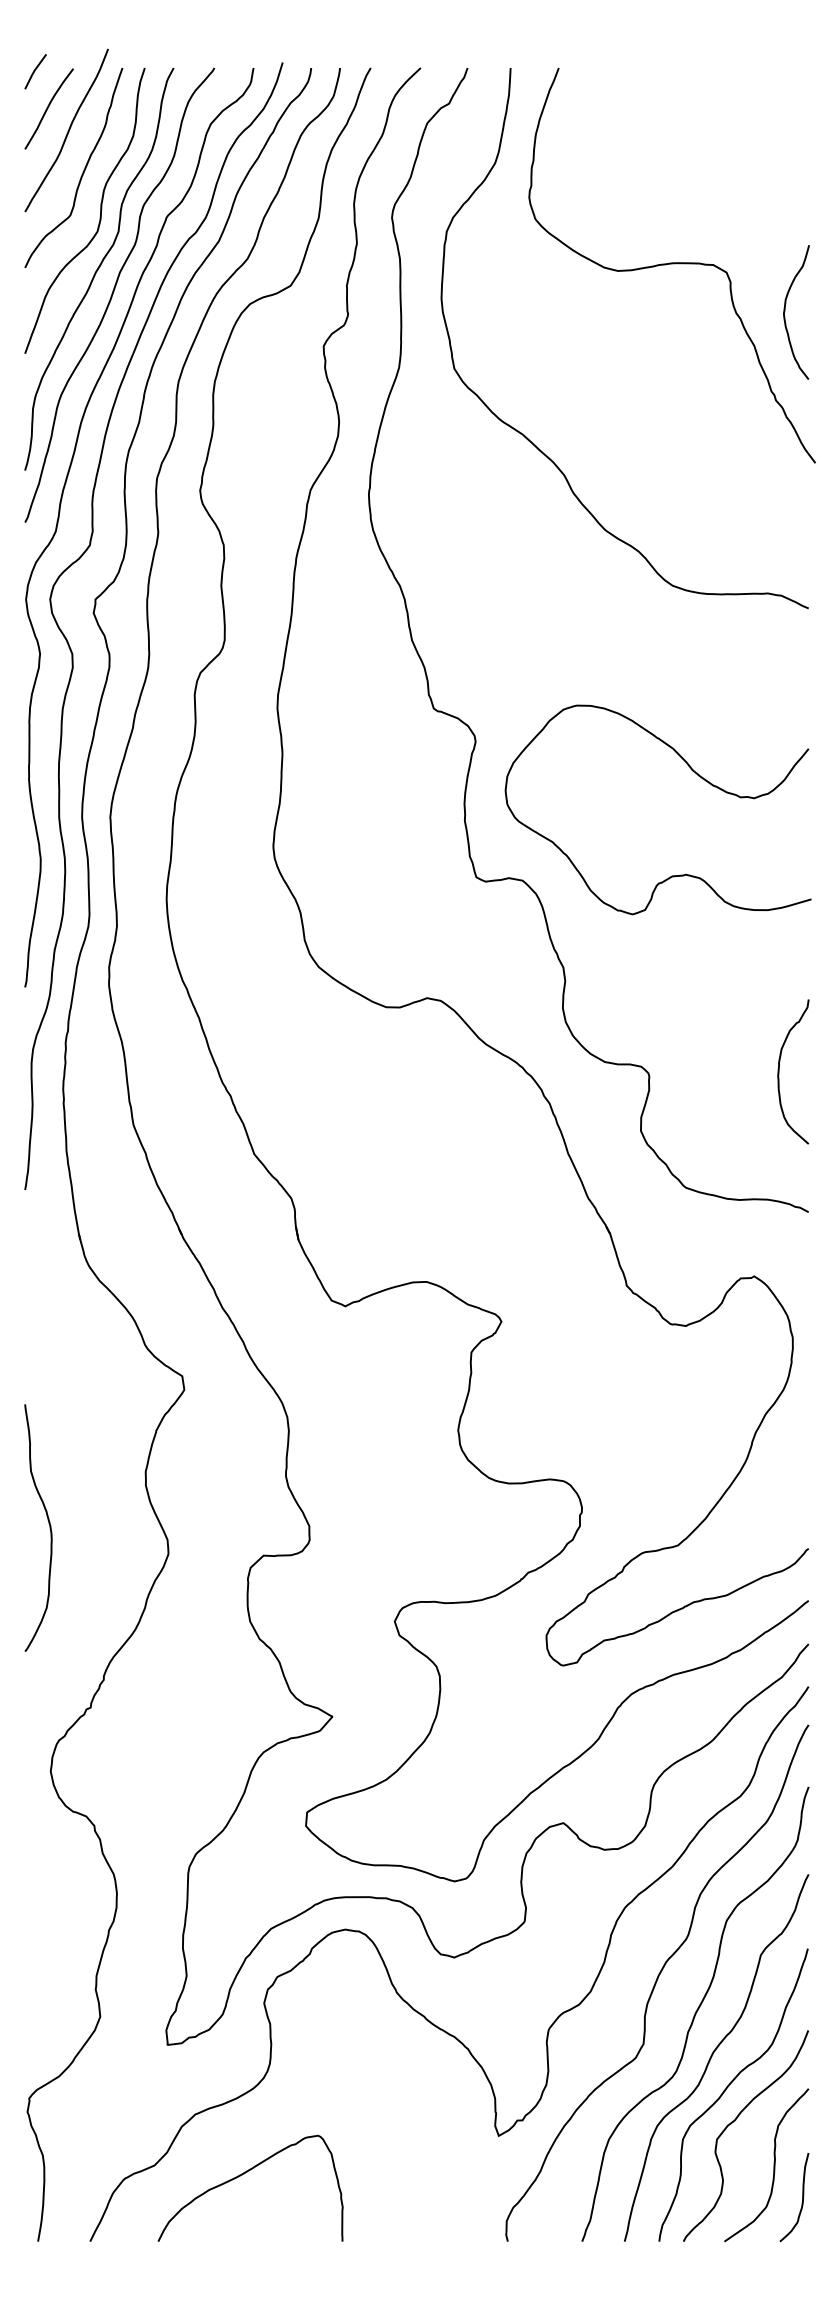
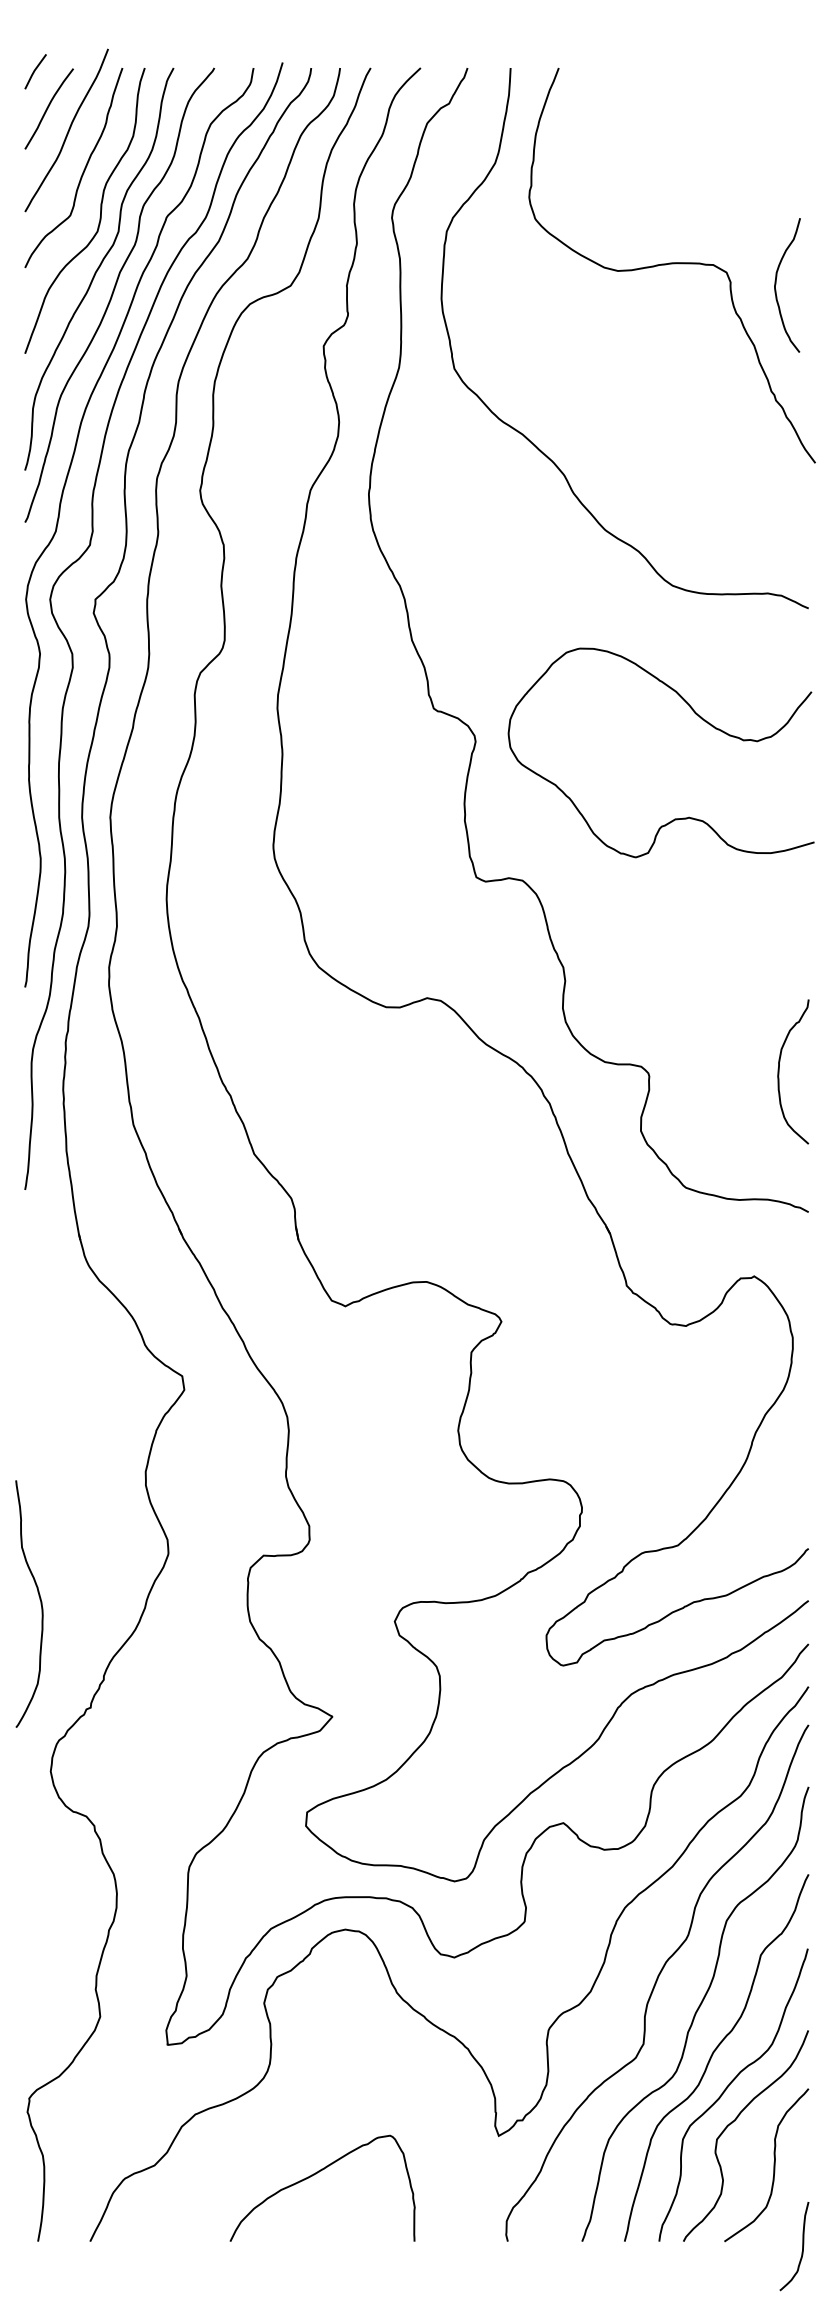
curve at (785, 311) position: (785, 311) -> (776, 284)
curve at (693, 772) position: (693, 772) -> (696, 715)
curve at (48, 1523) position: (48, 1523) -> (39, 1599)
curve at (244, 2174) position: (244, 2174) -> (316, 2174)
curve at (802, 2197) position: (802, 2197) -> (802, 2246)
